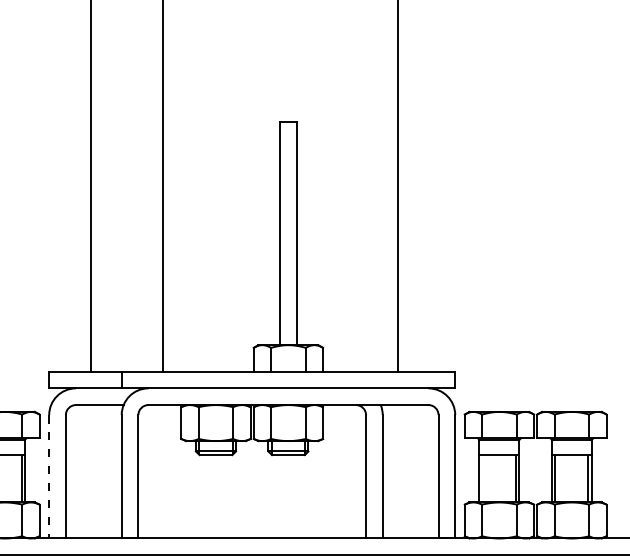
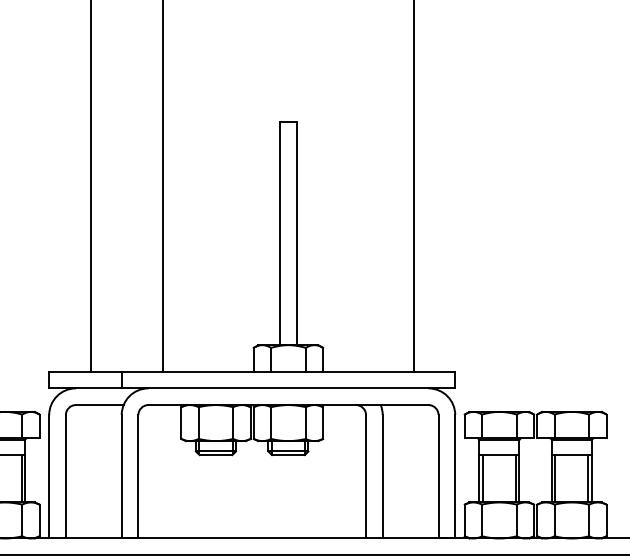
line at (397, 186) position: (397, 186) -> (413, 186)
line at (49, 476): dashed -> solid
line at (482, 478): none -> present
